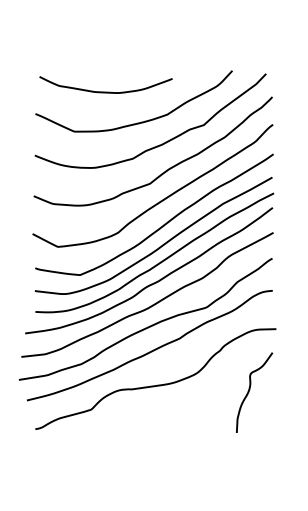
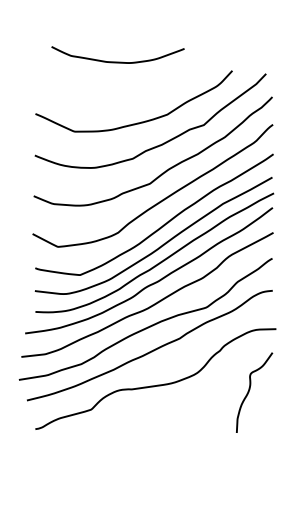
curve at (105, 91) position: (105, 91) -> (117, 61)
